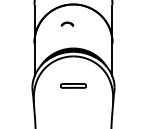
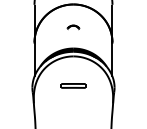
part at (67, 24) position: (67, 24) -> (73, 27)
